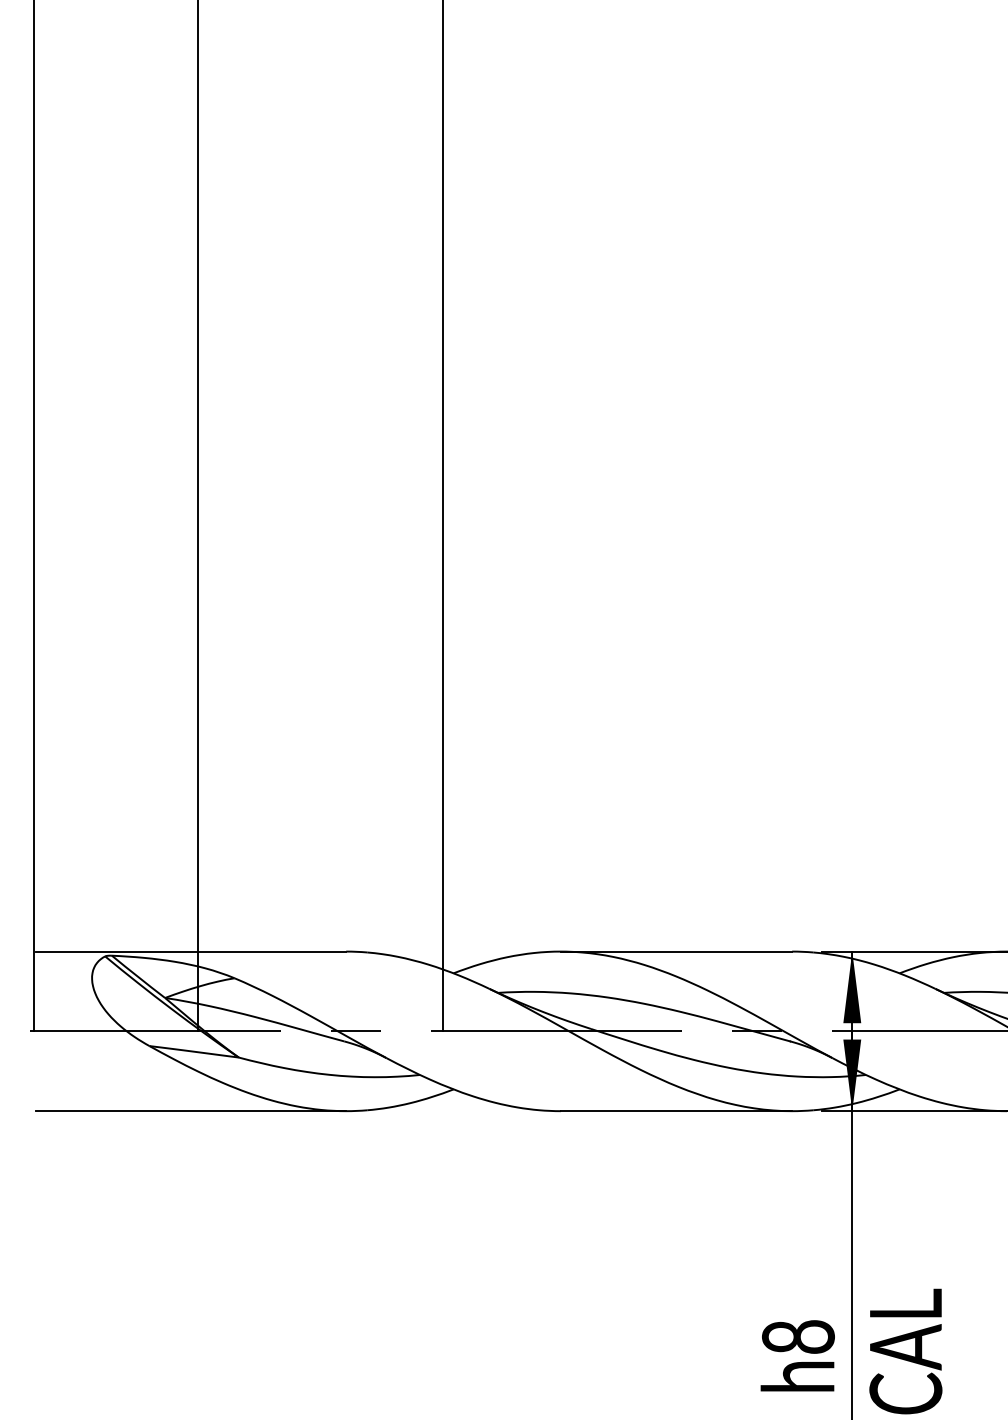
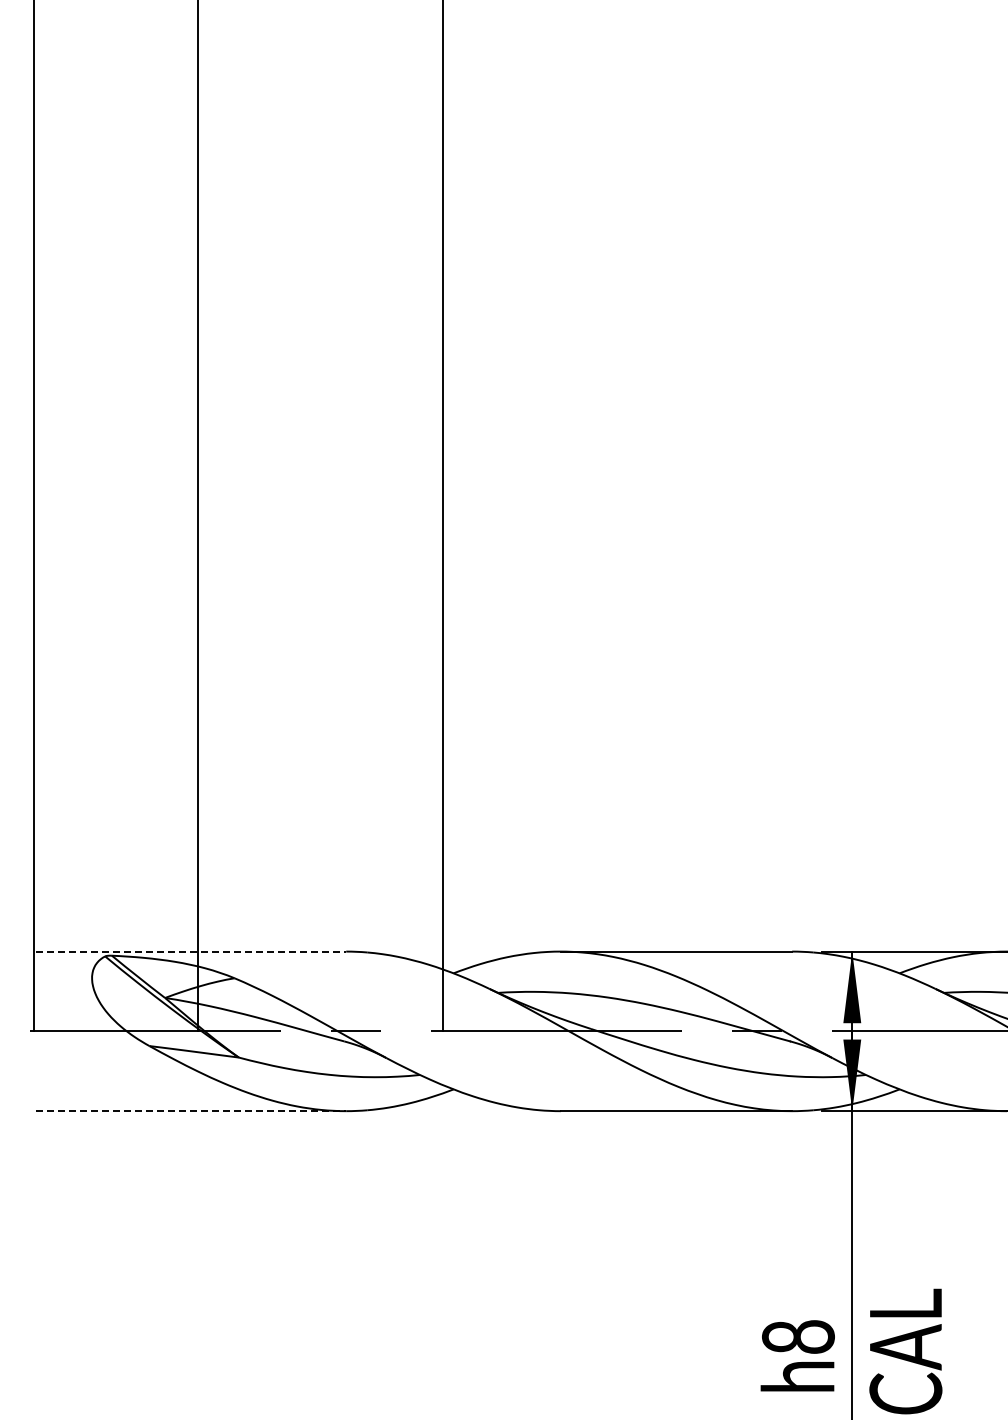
line at (191, 951): solid -> dashed
line at (191, 1111): solid -> dashed
